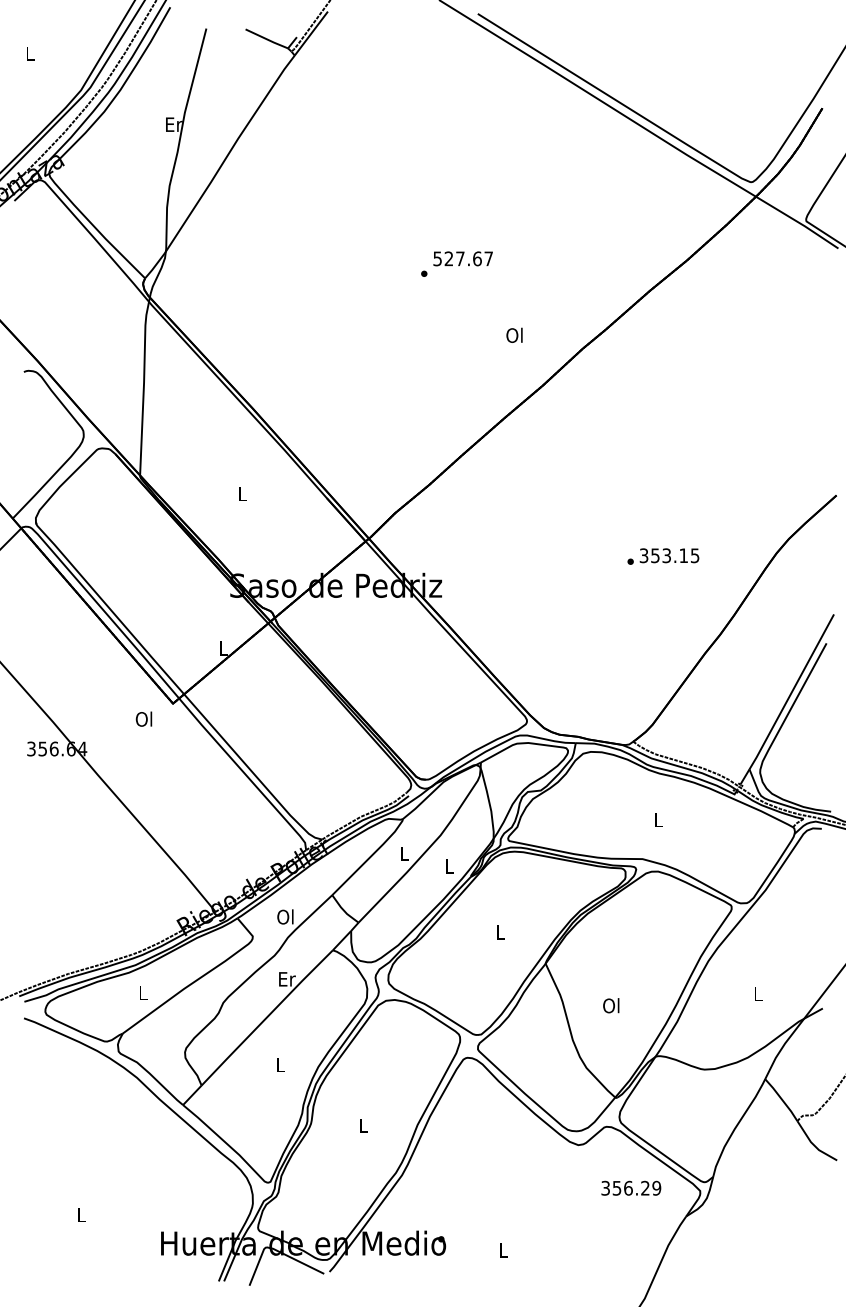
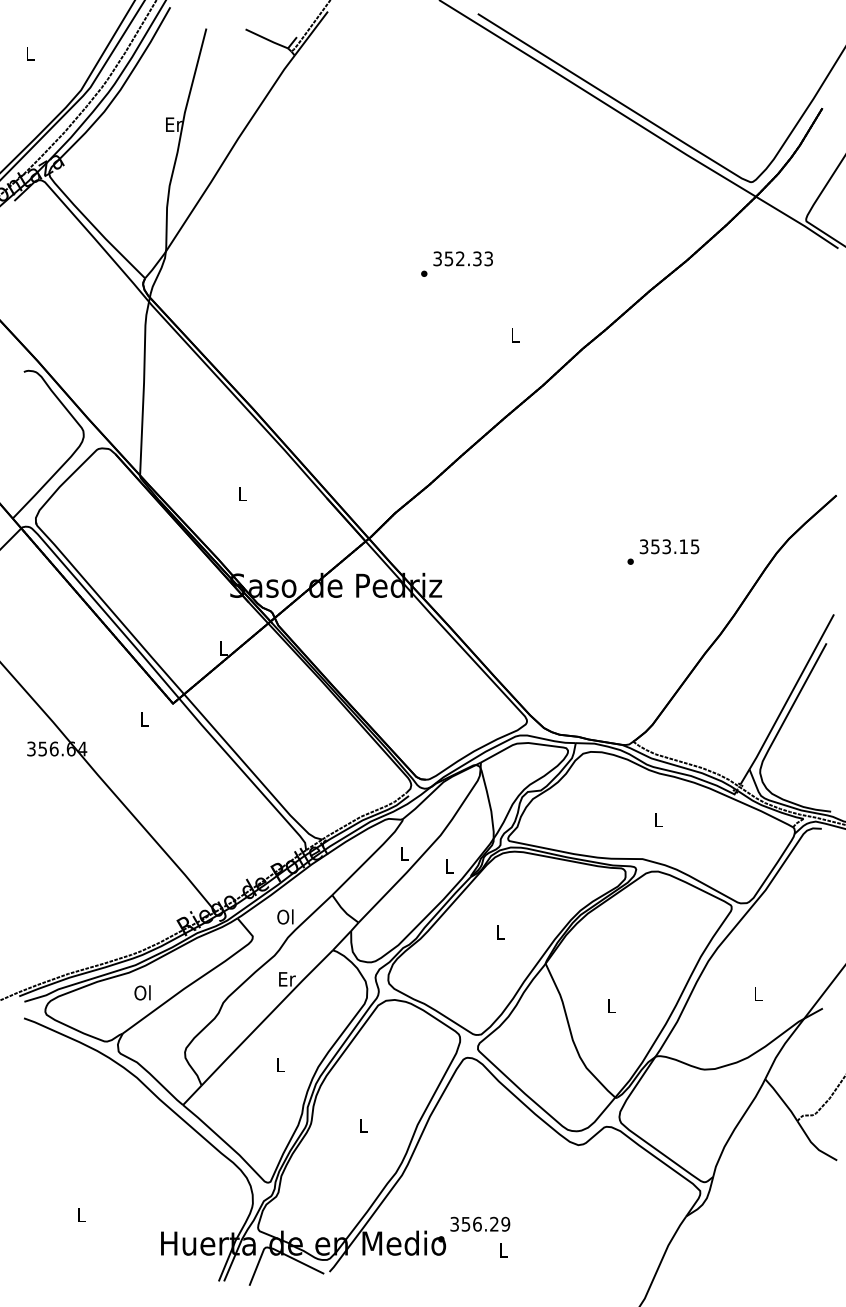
text at (462, 258): 527.67 -> 352.33
text at (514, 334): Ol -> L
text at (669, 555) position: (669, 555) -> (669, 546)
text at (143, 718): Ol -> L
text at (142, 992): L -> Ol
text at (611, 1005): Ol -> L
text at (631, 1187) position: (631, 1187) -> (480, 1223)
